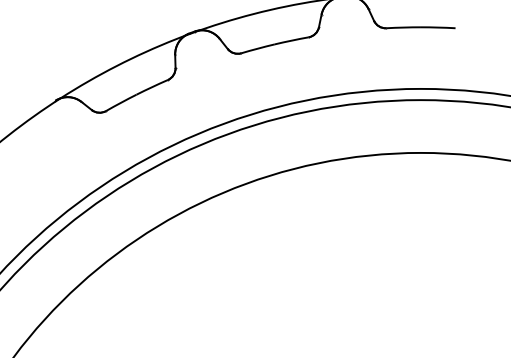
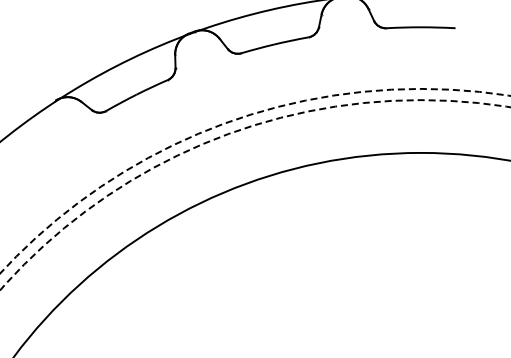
circle at (255, 180): solid -> dashed
circle at (255, 195): solid -> dashed
